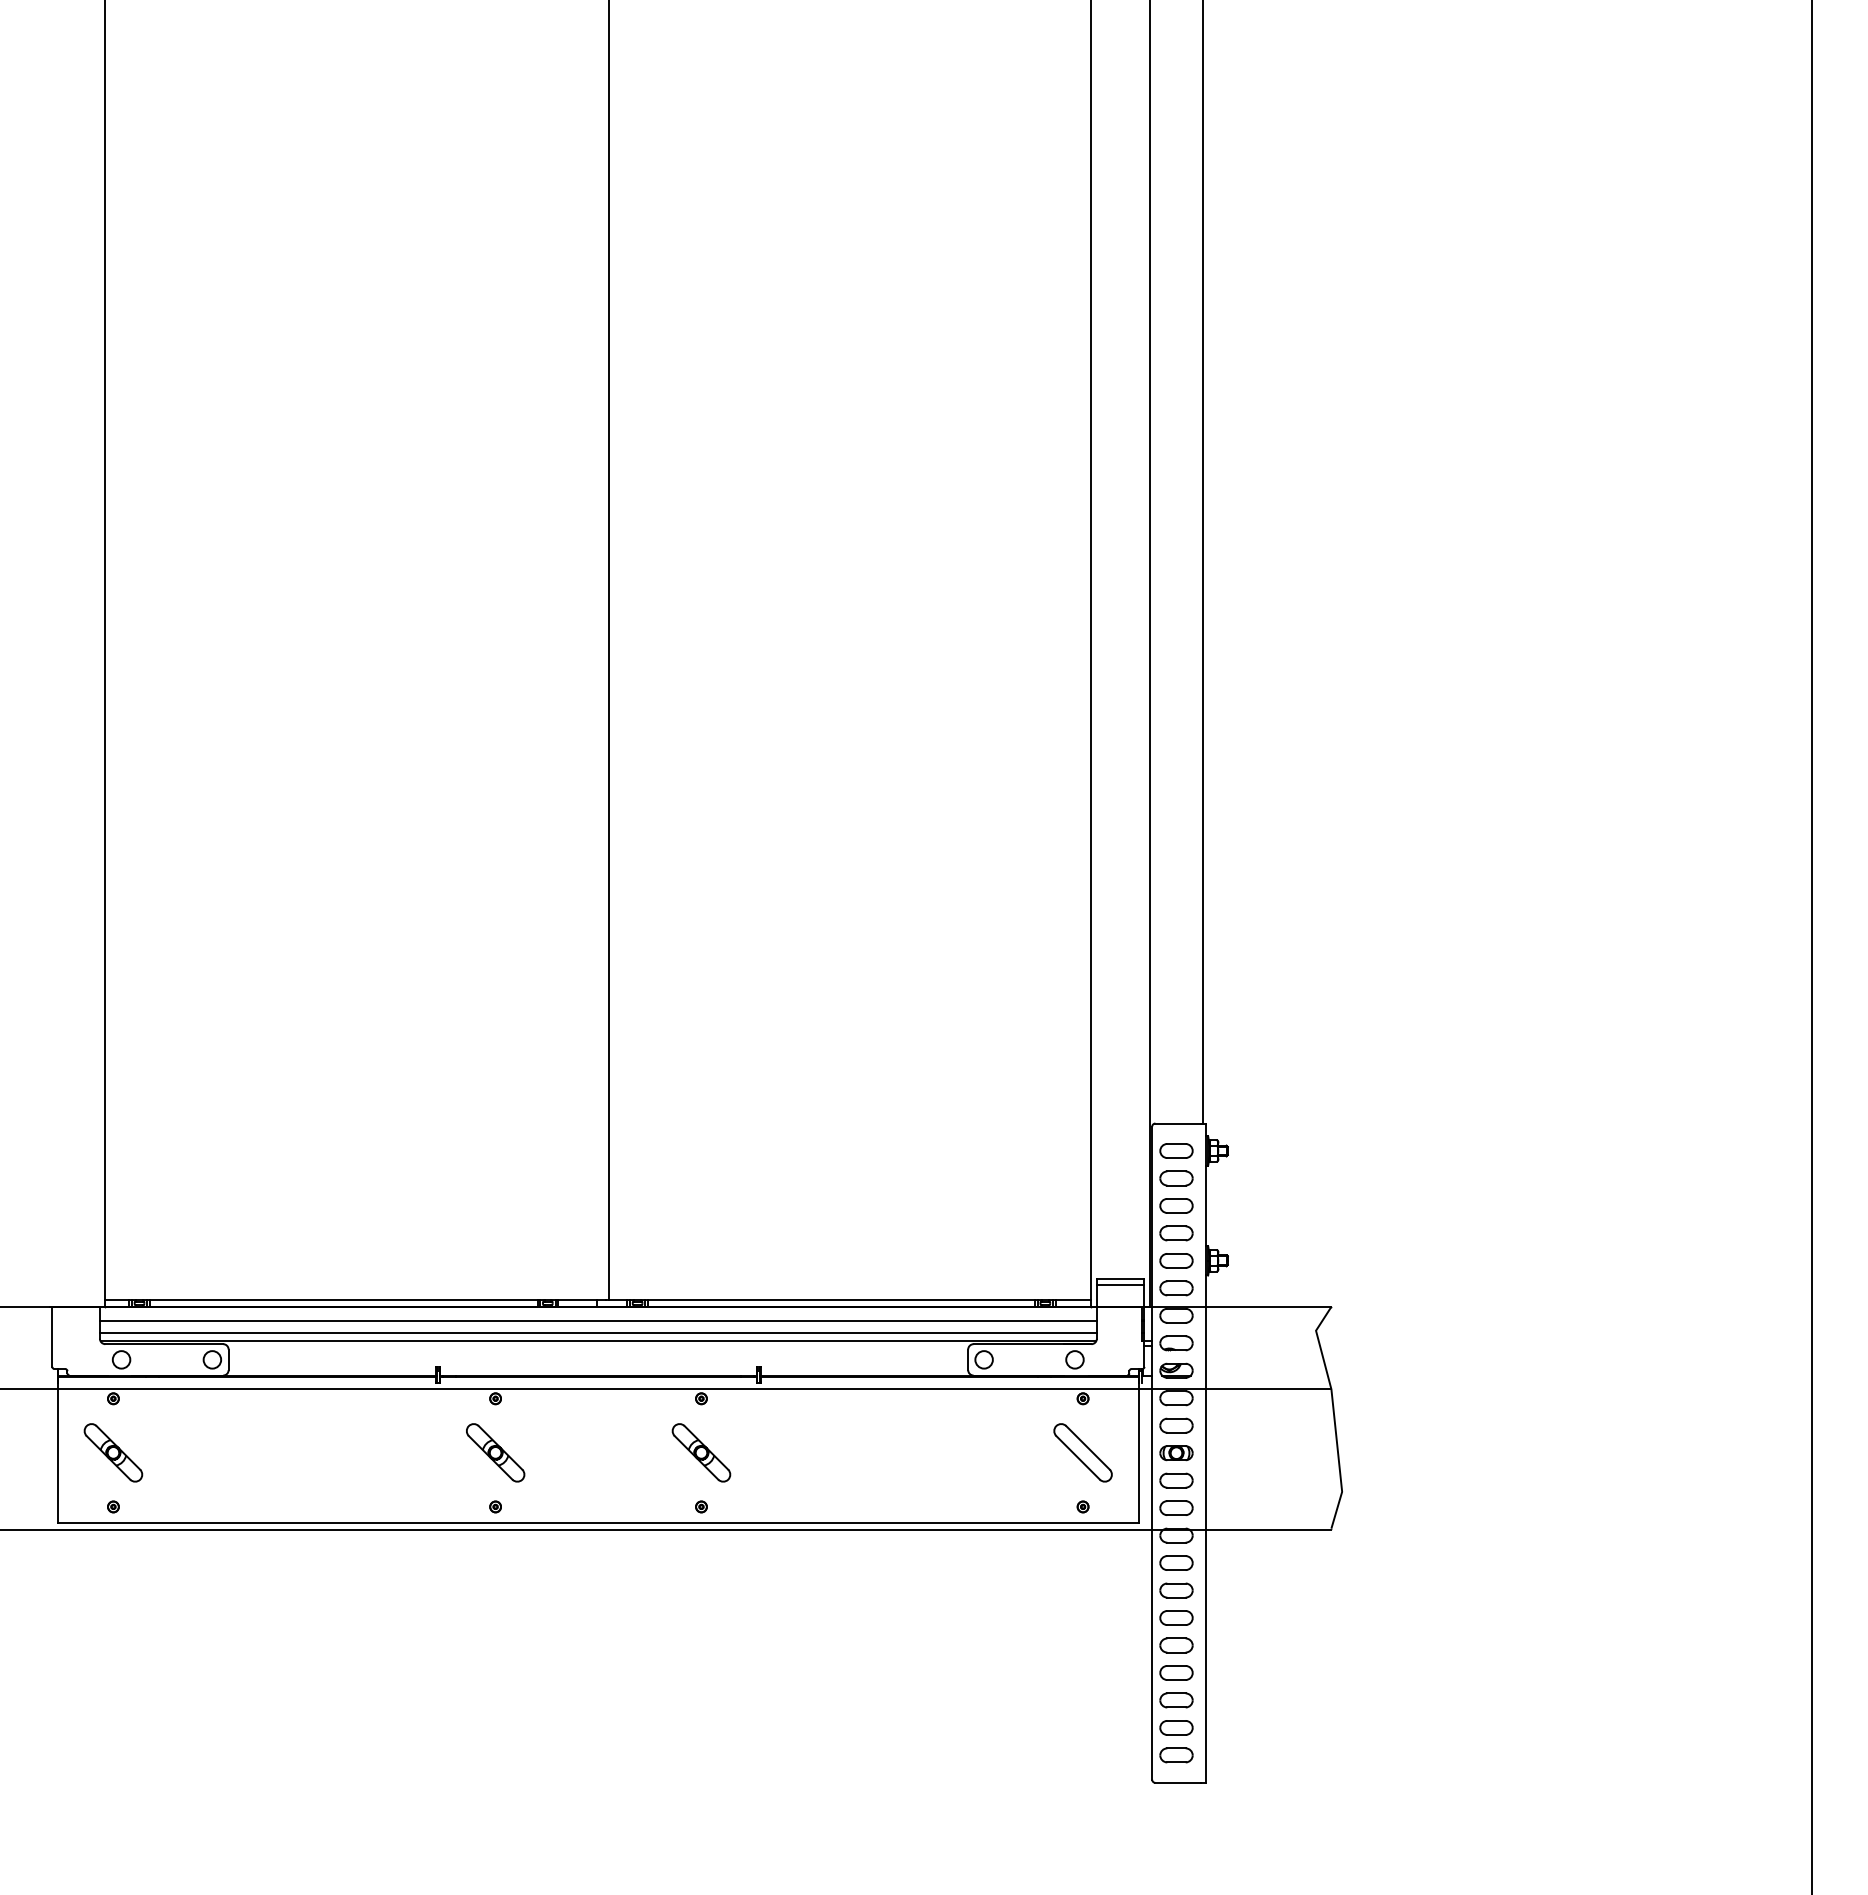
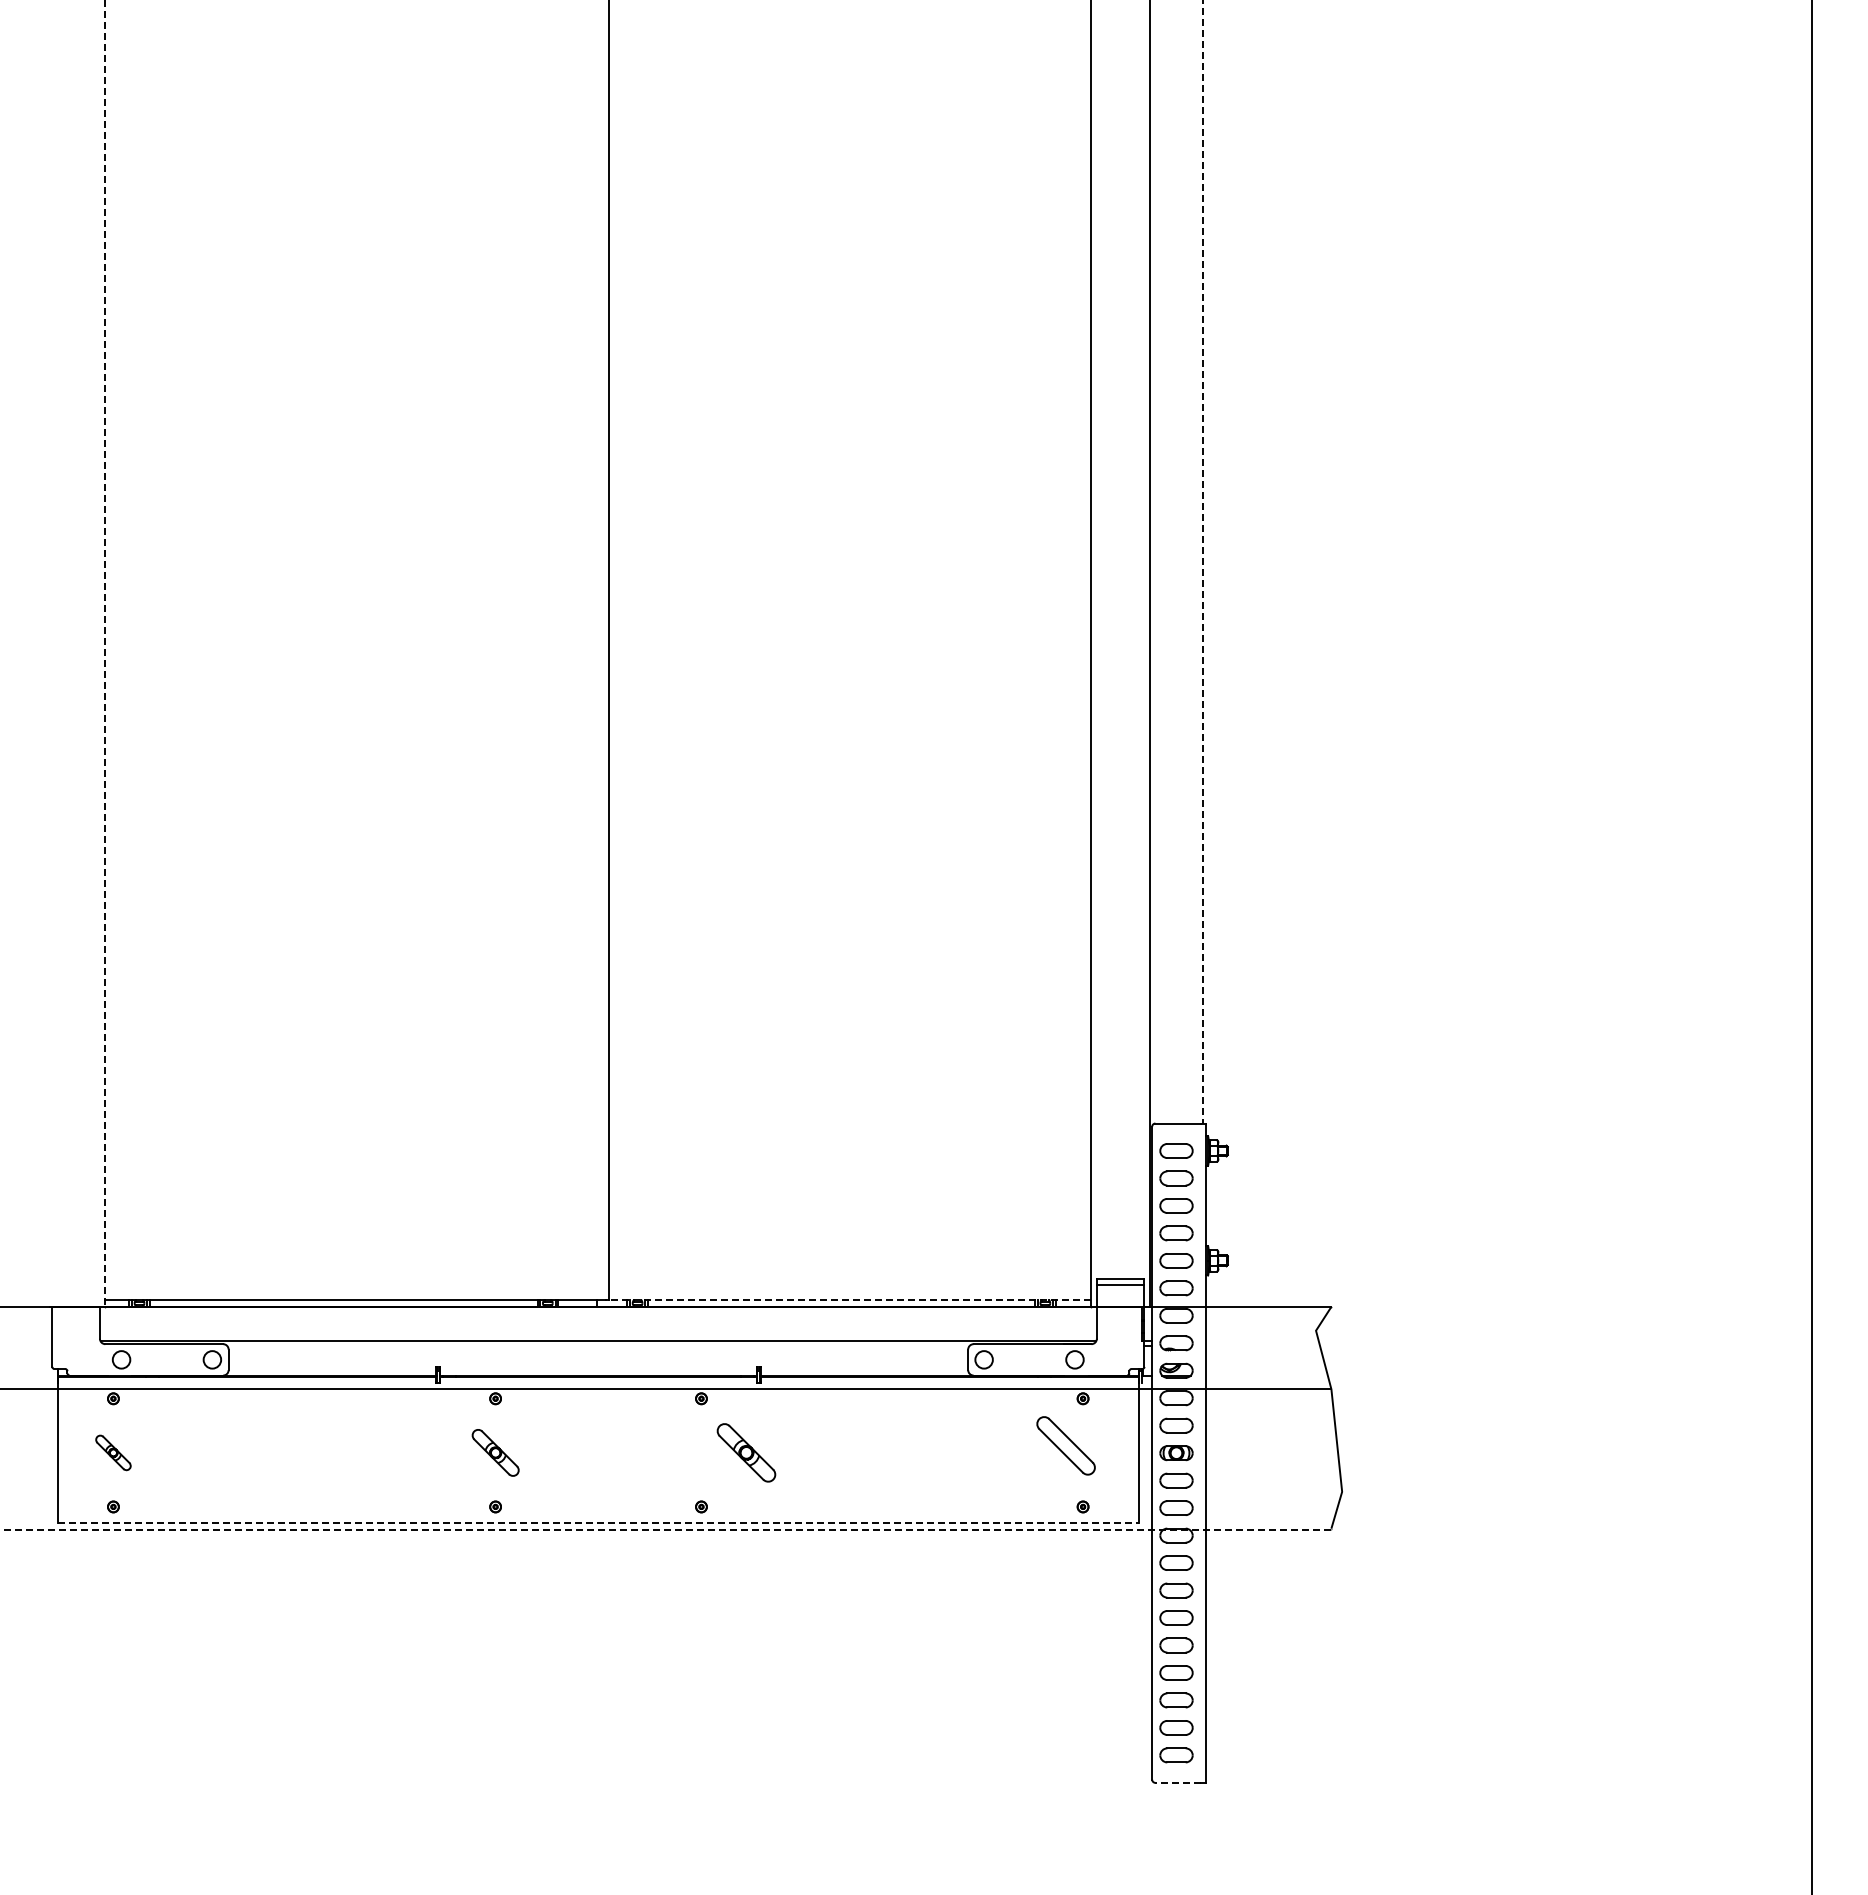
line at (1203, 562): solid -> dashed
line at (105, 653): solid -> dashed
line at (849, 1299): solid -> dashed
line at (597, 1320): present -> none
line at (597, 1332): present -> none
part at (113, 1452) size: 61x60 px -> 37x38 px
part at (495, 1452) size: 60x60 px -> 49x48 px
part at (701, 1452) position: (701, 1452) -> (746, 1452)
part at (1082, 1452) position: (1082, 1452) -> (1065, 1445)
line at (598, 1523): solid -> dashed
line at (665, 1529): solid -> dashed
line at (1178, 1782): solid -> dashed
